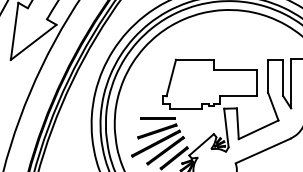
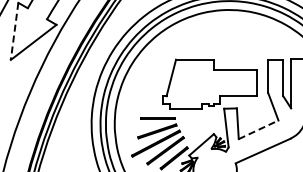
line at (14, 31): solid -> dashed
line at (258, 129): solid -> dashed
